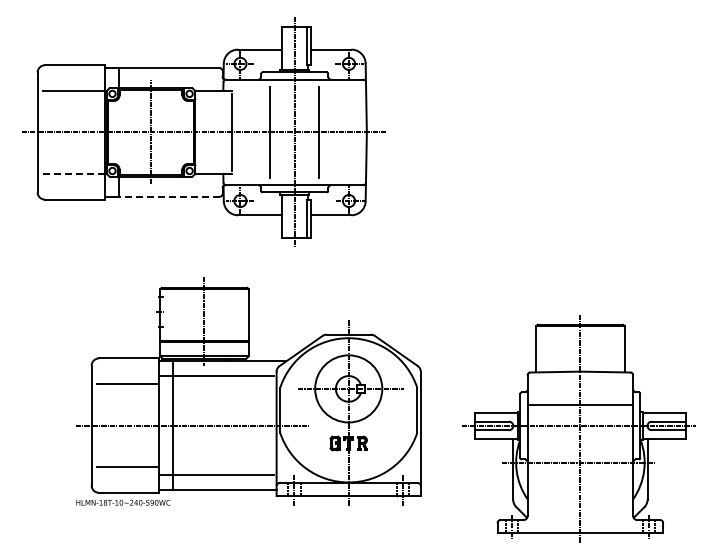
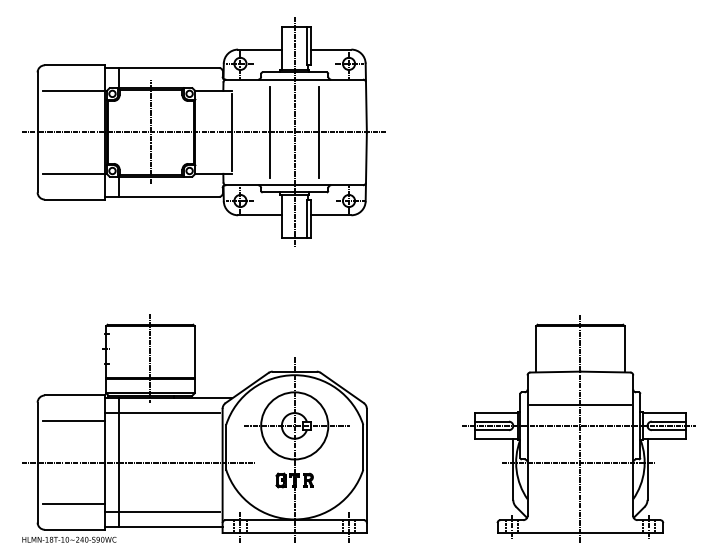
line at (73, 173): dashed -> solid
line at (168, 196): dashed -> solid
part at (248, 391) position: (248, 391) -> (194, 428)
